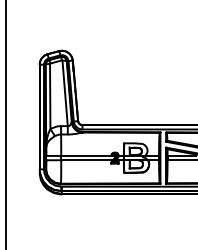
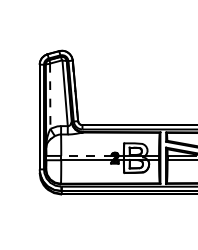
line at (50, 96): solid -> dashed
line at (6, 124): present -> none
line at (86, 155): solid -> dashed
